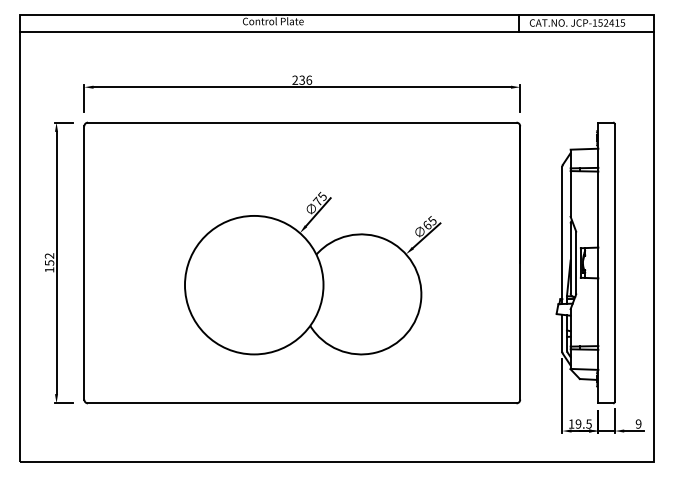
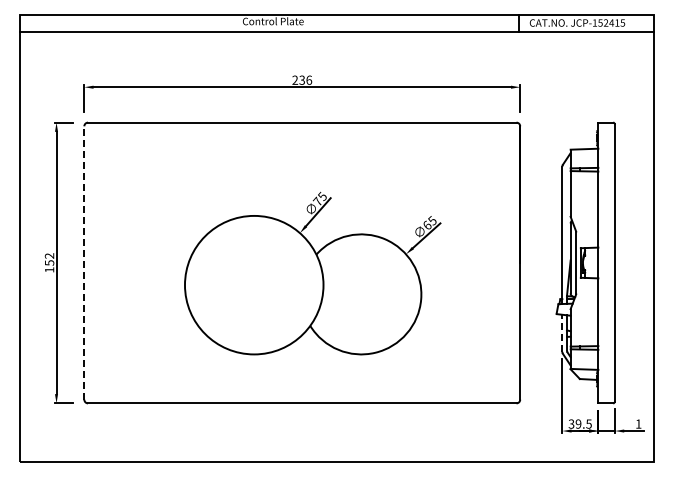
line at (84, 263): solid -> dashed
line at (562, 333): solid -> dashed
text at (571, 423): 19.5 -> 39.5
text at (638, 423): 9 -> 1
